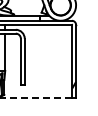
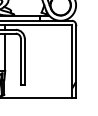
line at (36, 97): dashed -> solid
